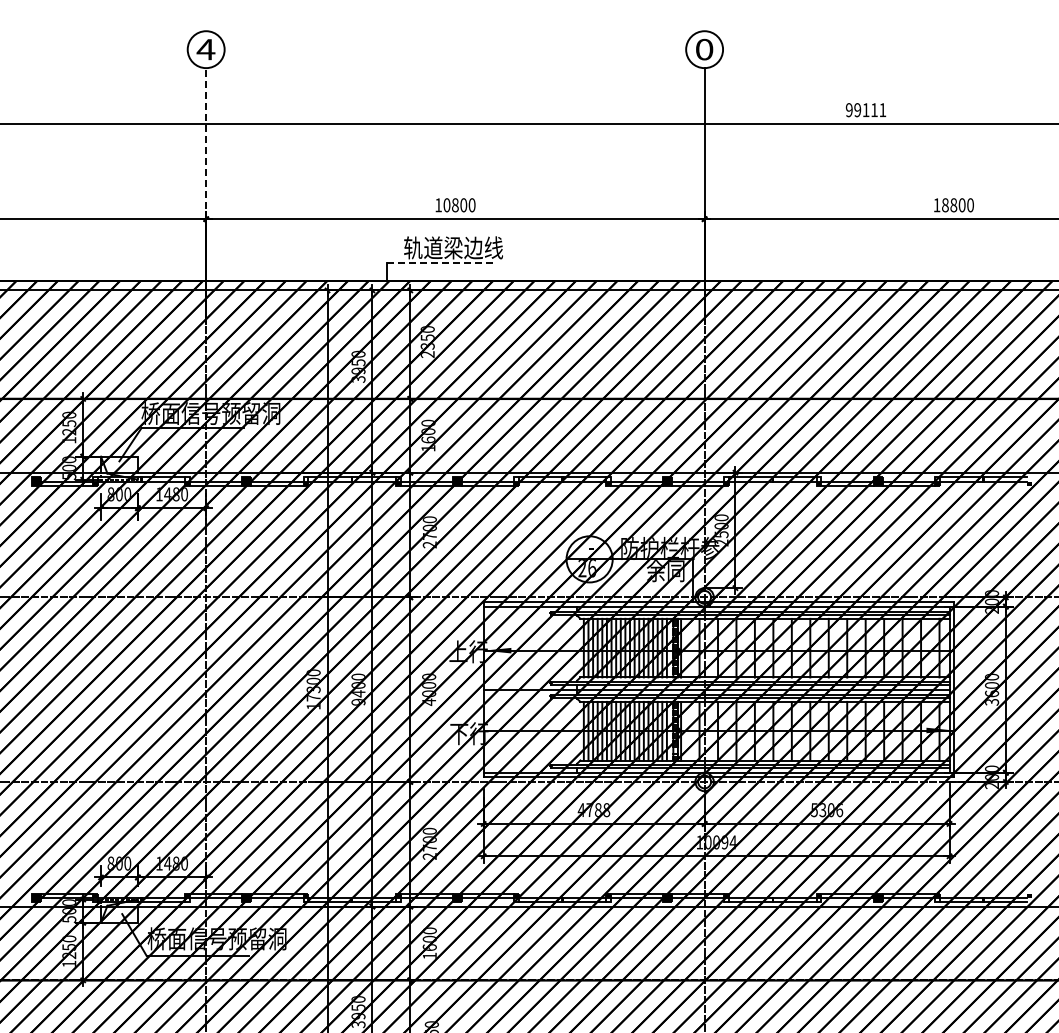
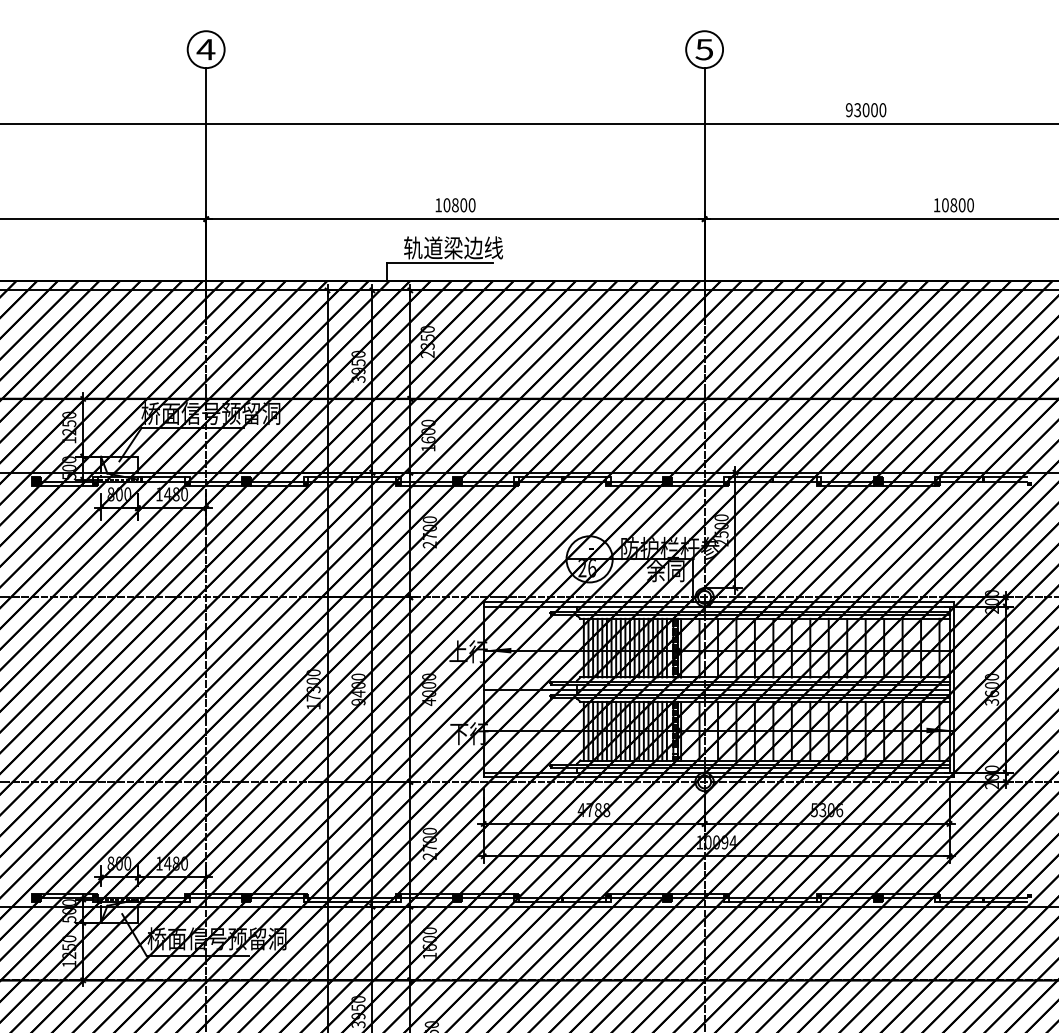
text at (704, 49): 0 -> 5
text at (870, 110): 99111 -> 93000
line at (206, 144): dashed -> solid
text at (945, 205): 18800 -> 10800
line at (440, 263): dashed -> solid
